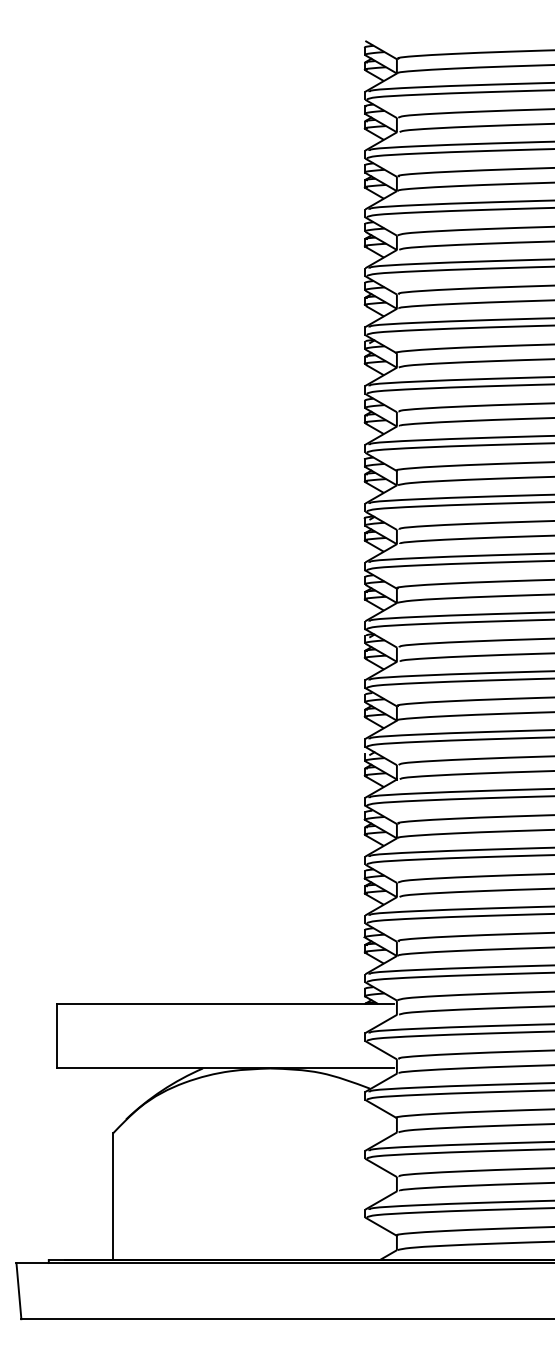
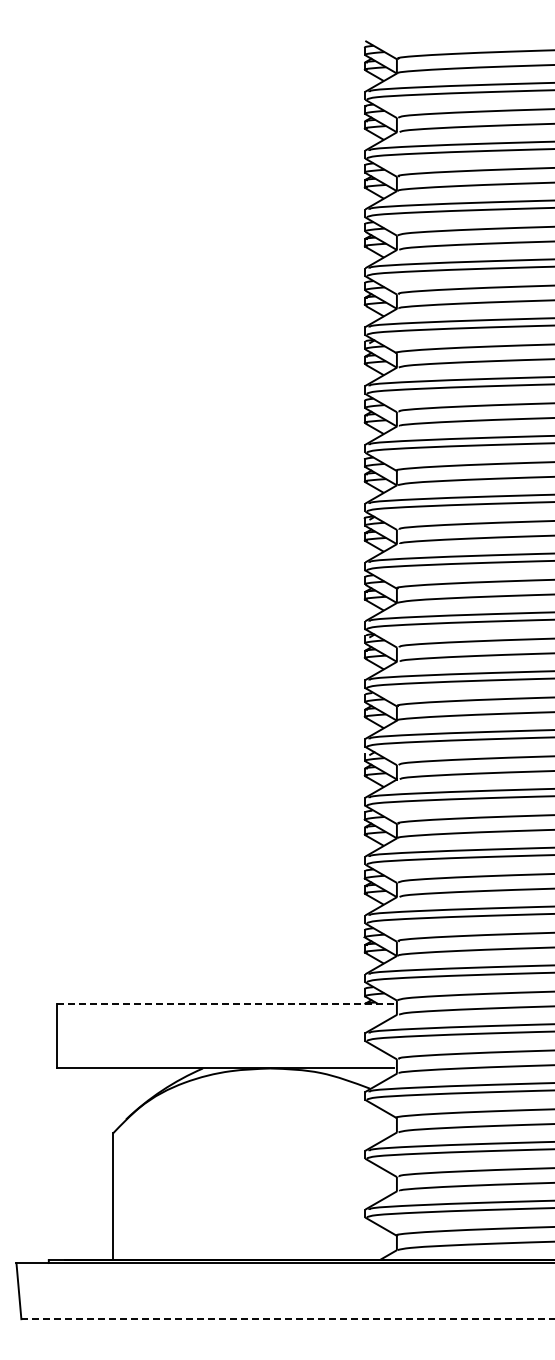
line at (224, 1003): solid -> dashed
line at (288, 1319): solid -> dashed
